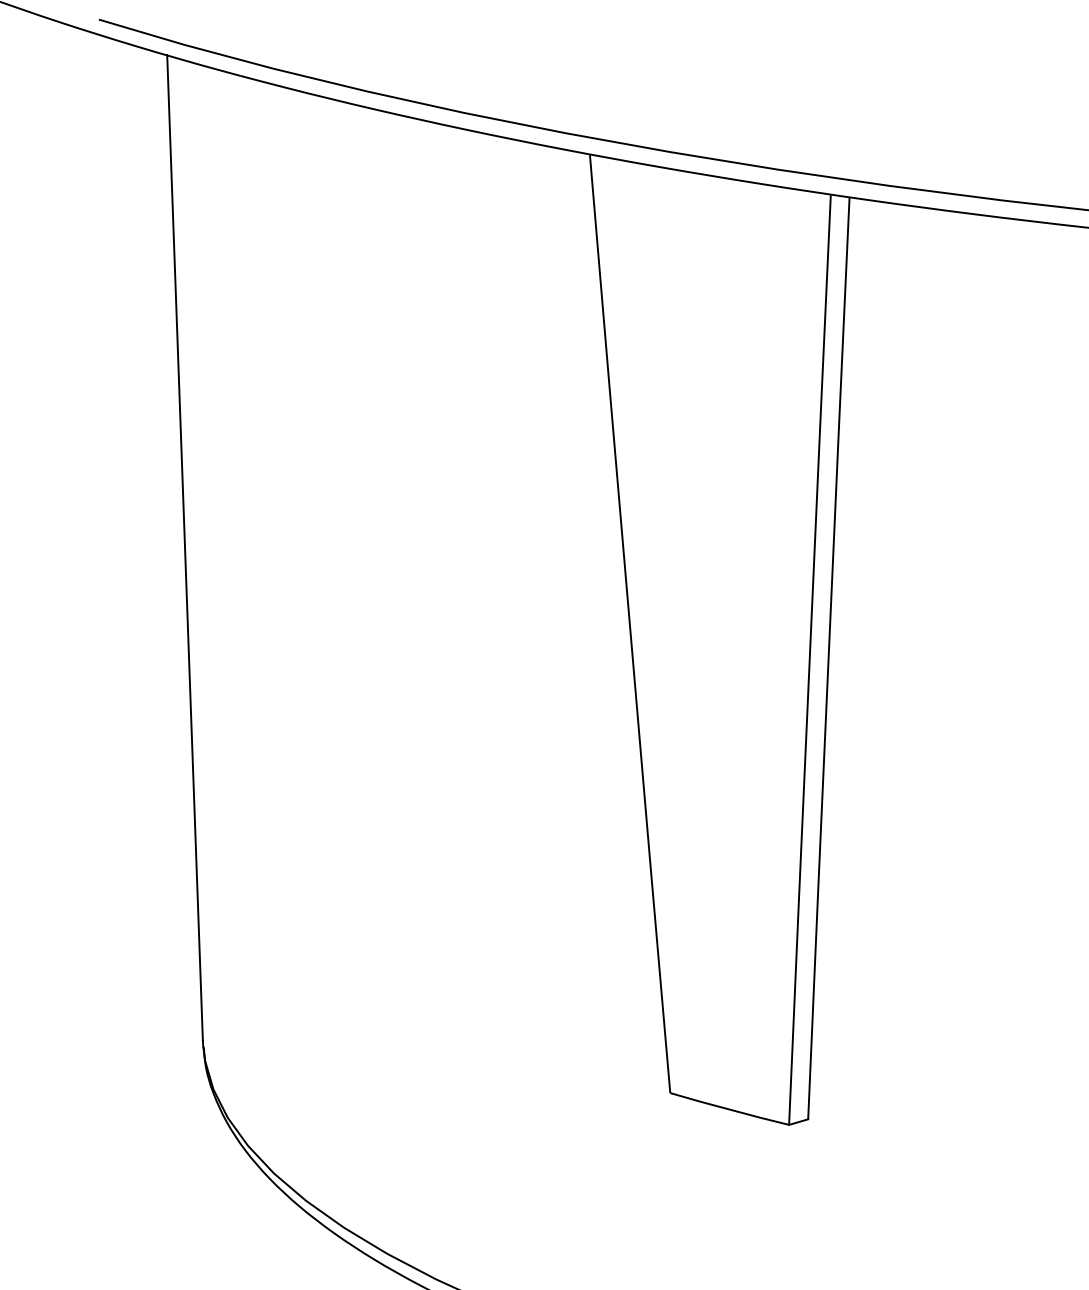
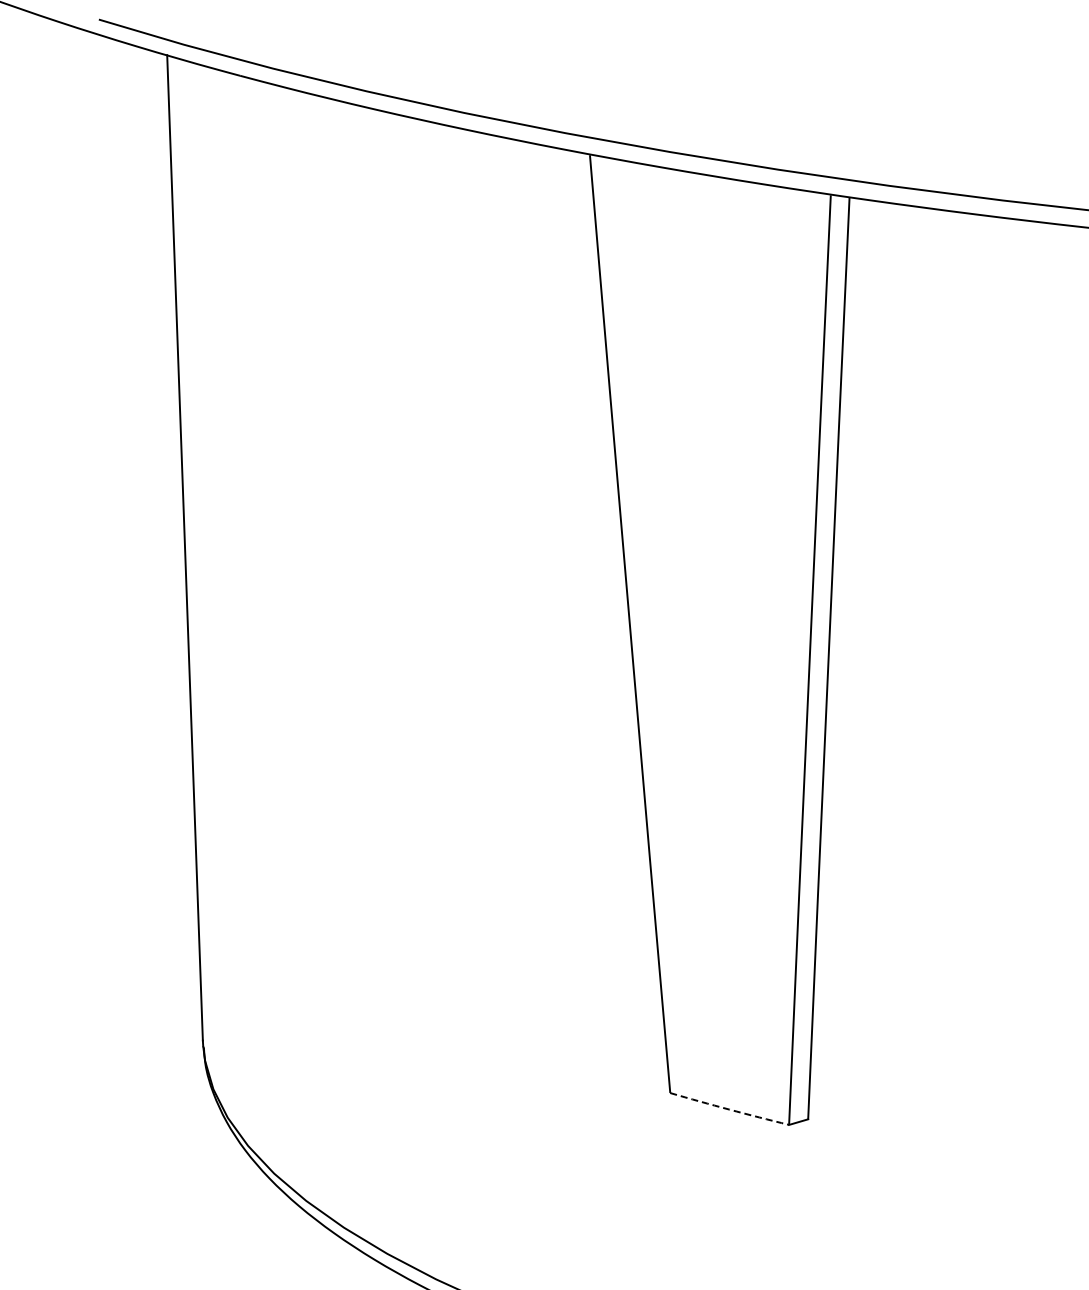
arc at (729, 1109): solid -> dashed
